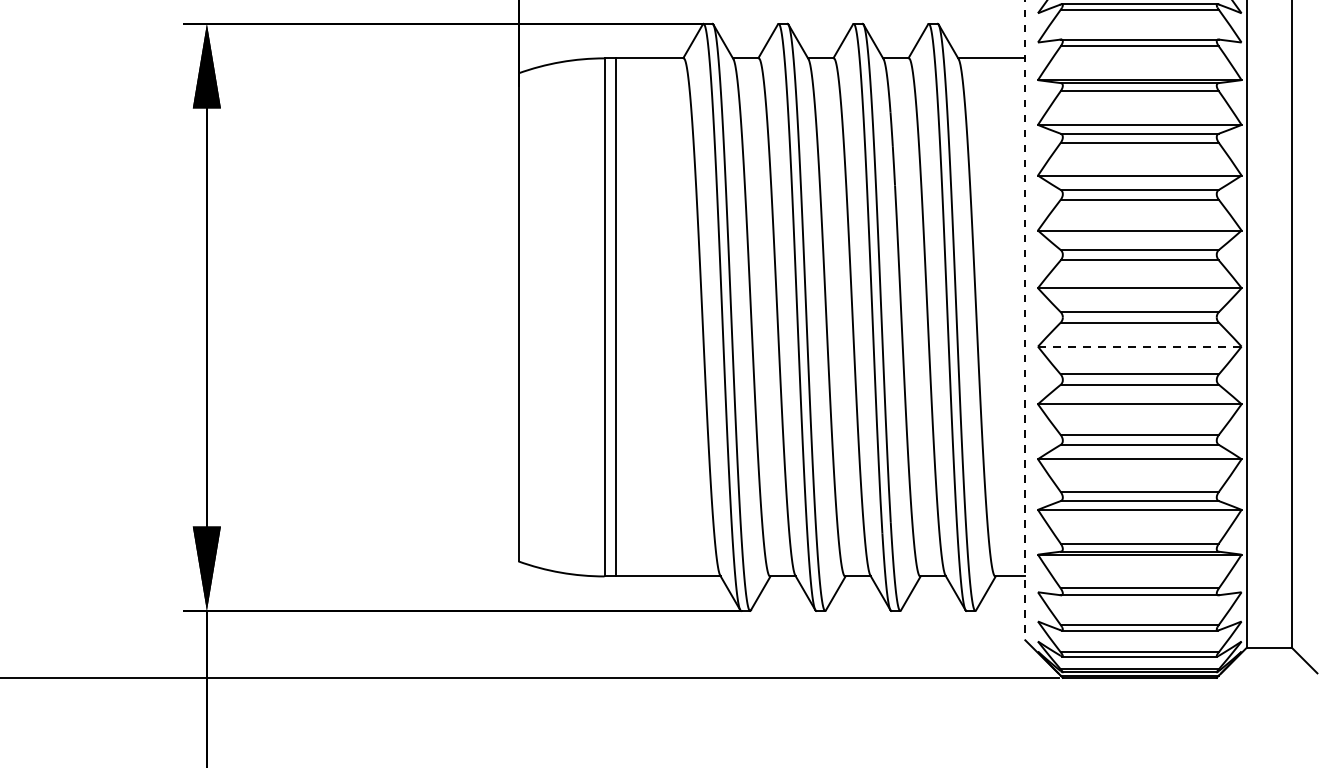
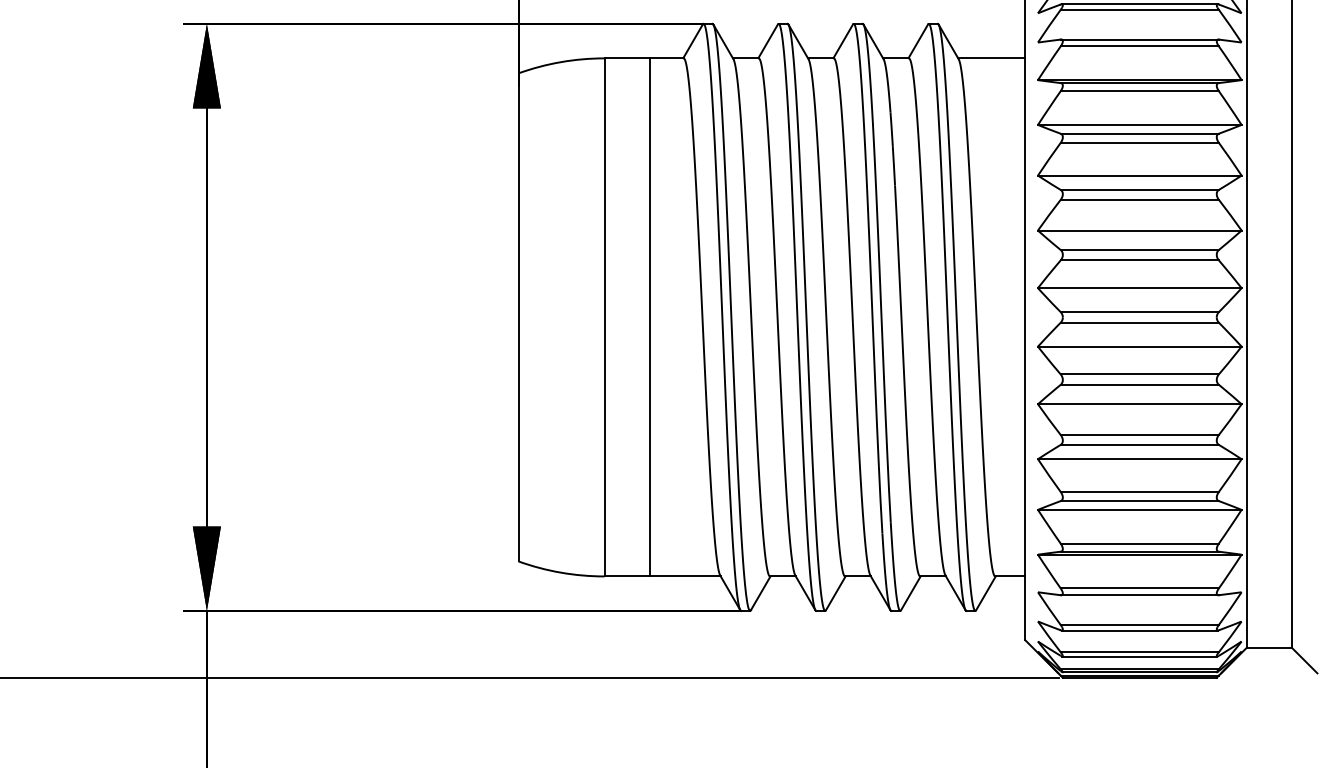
line at (615, 317) position: (615, 317) -> (649, 317)
line at (1025, 320): dashed -> solid
line at (1139, 346): dashed -> solid
